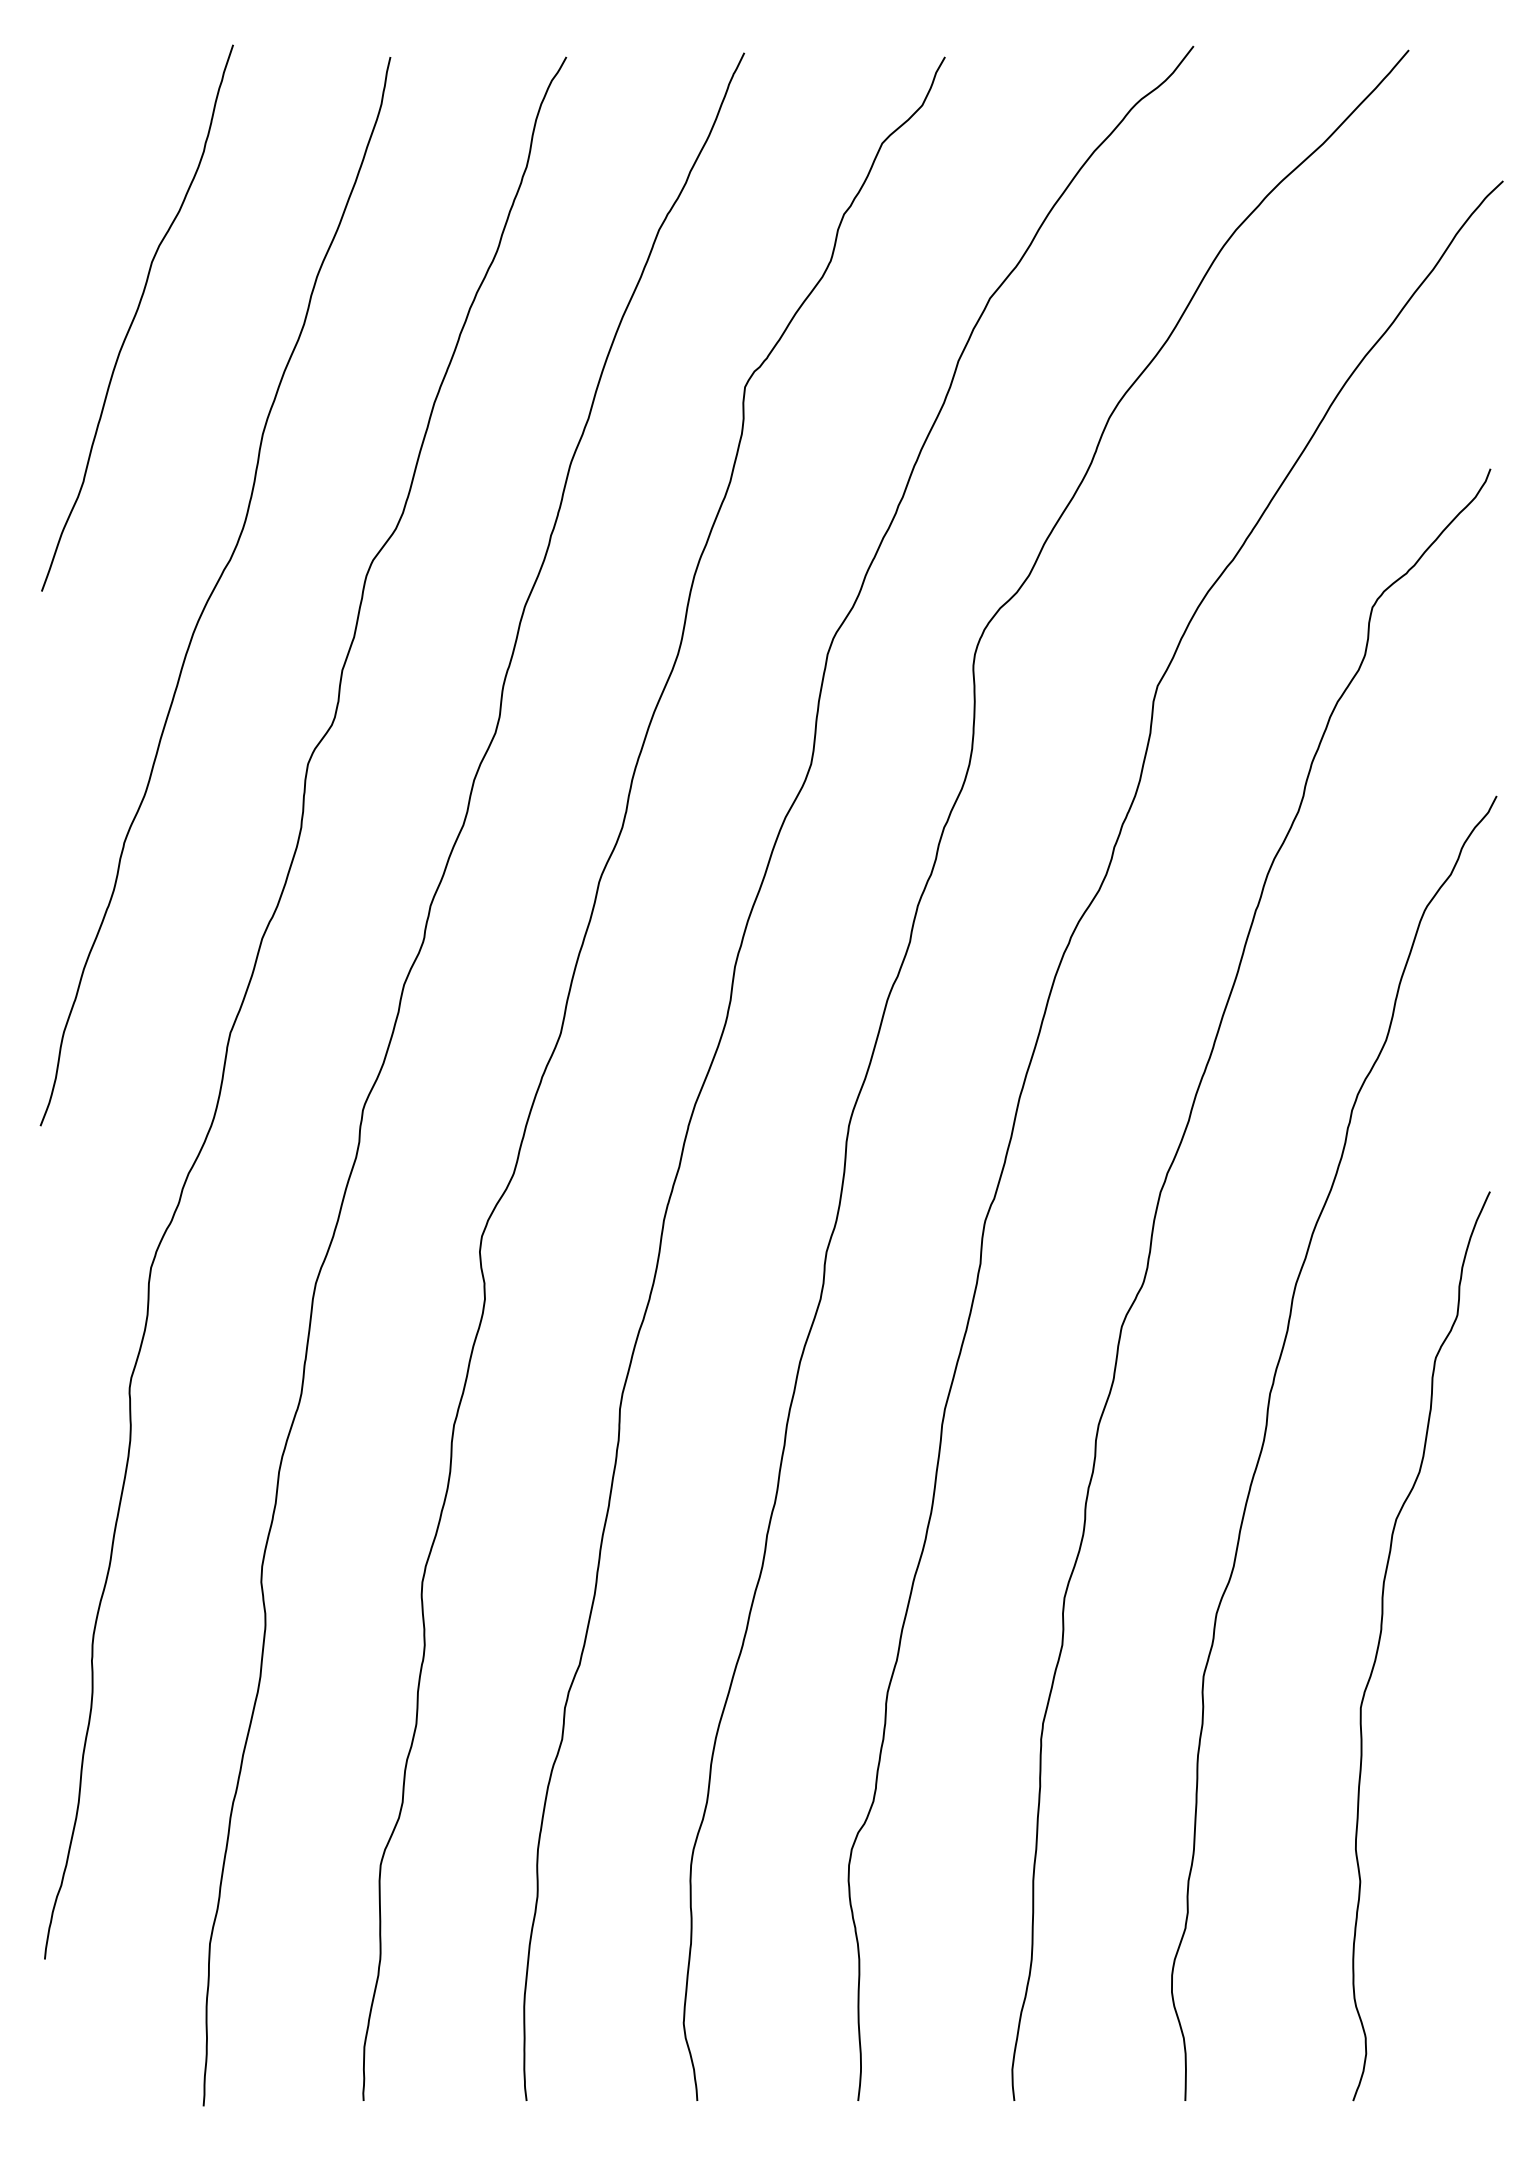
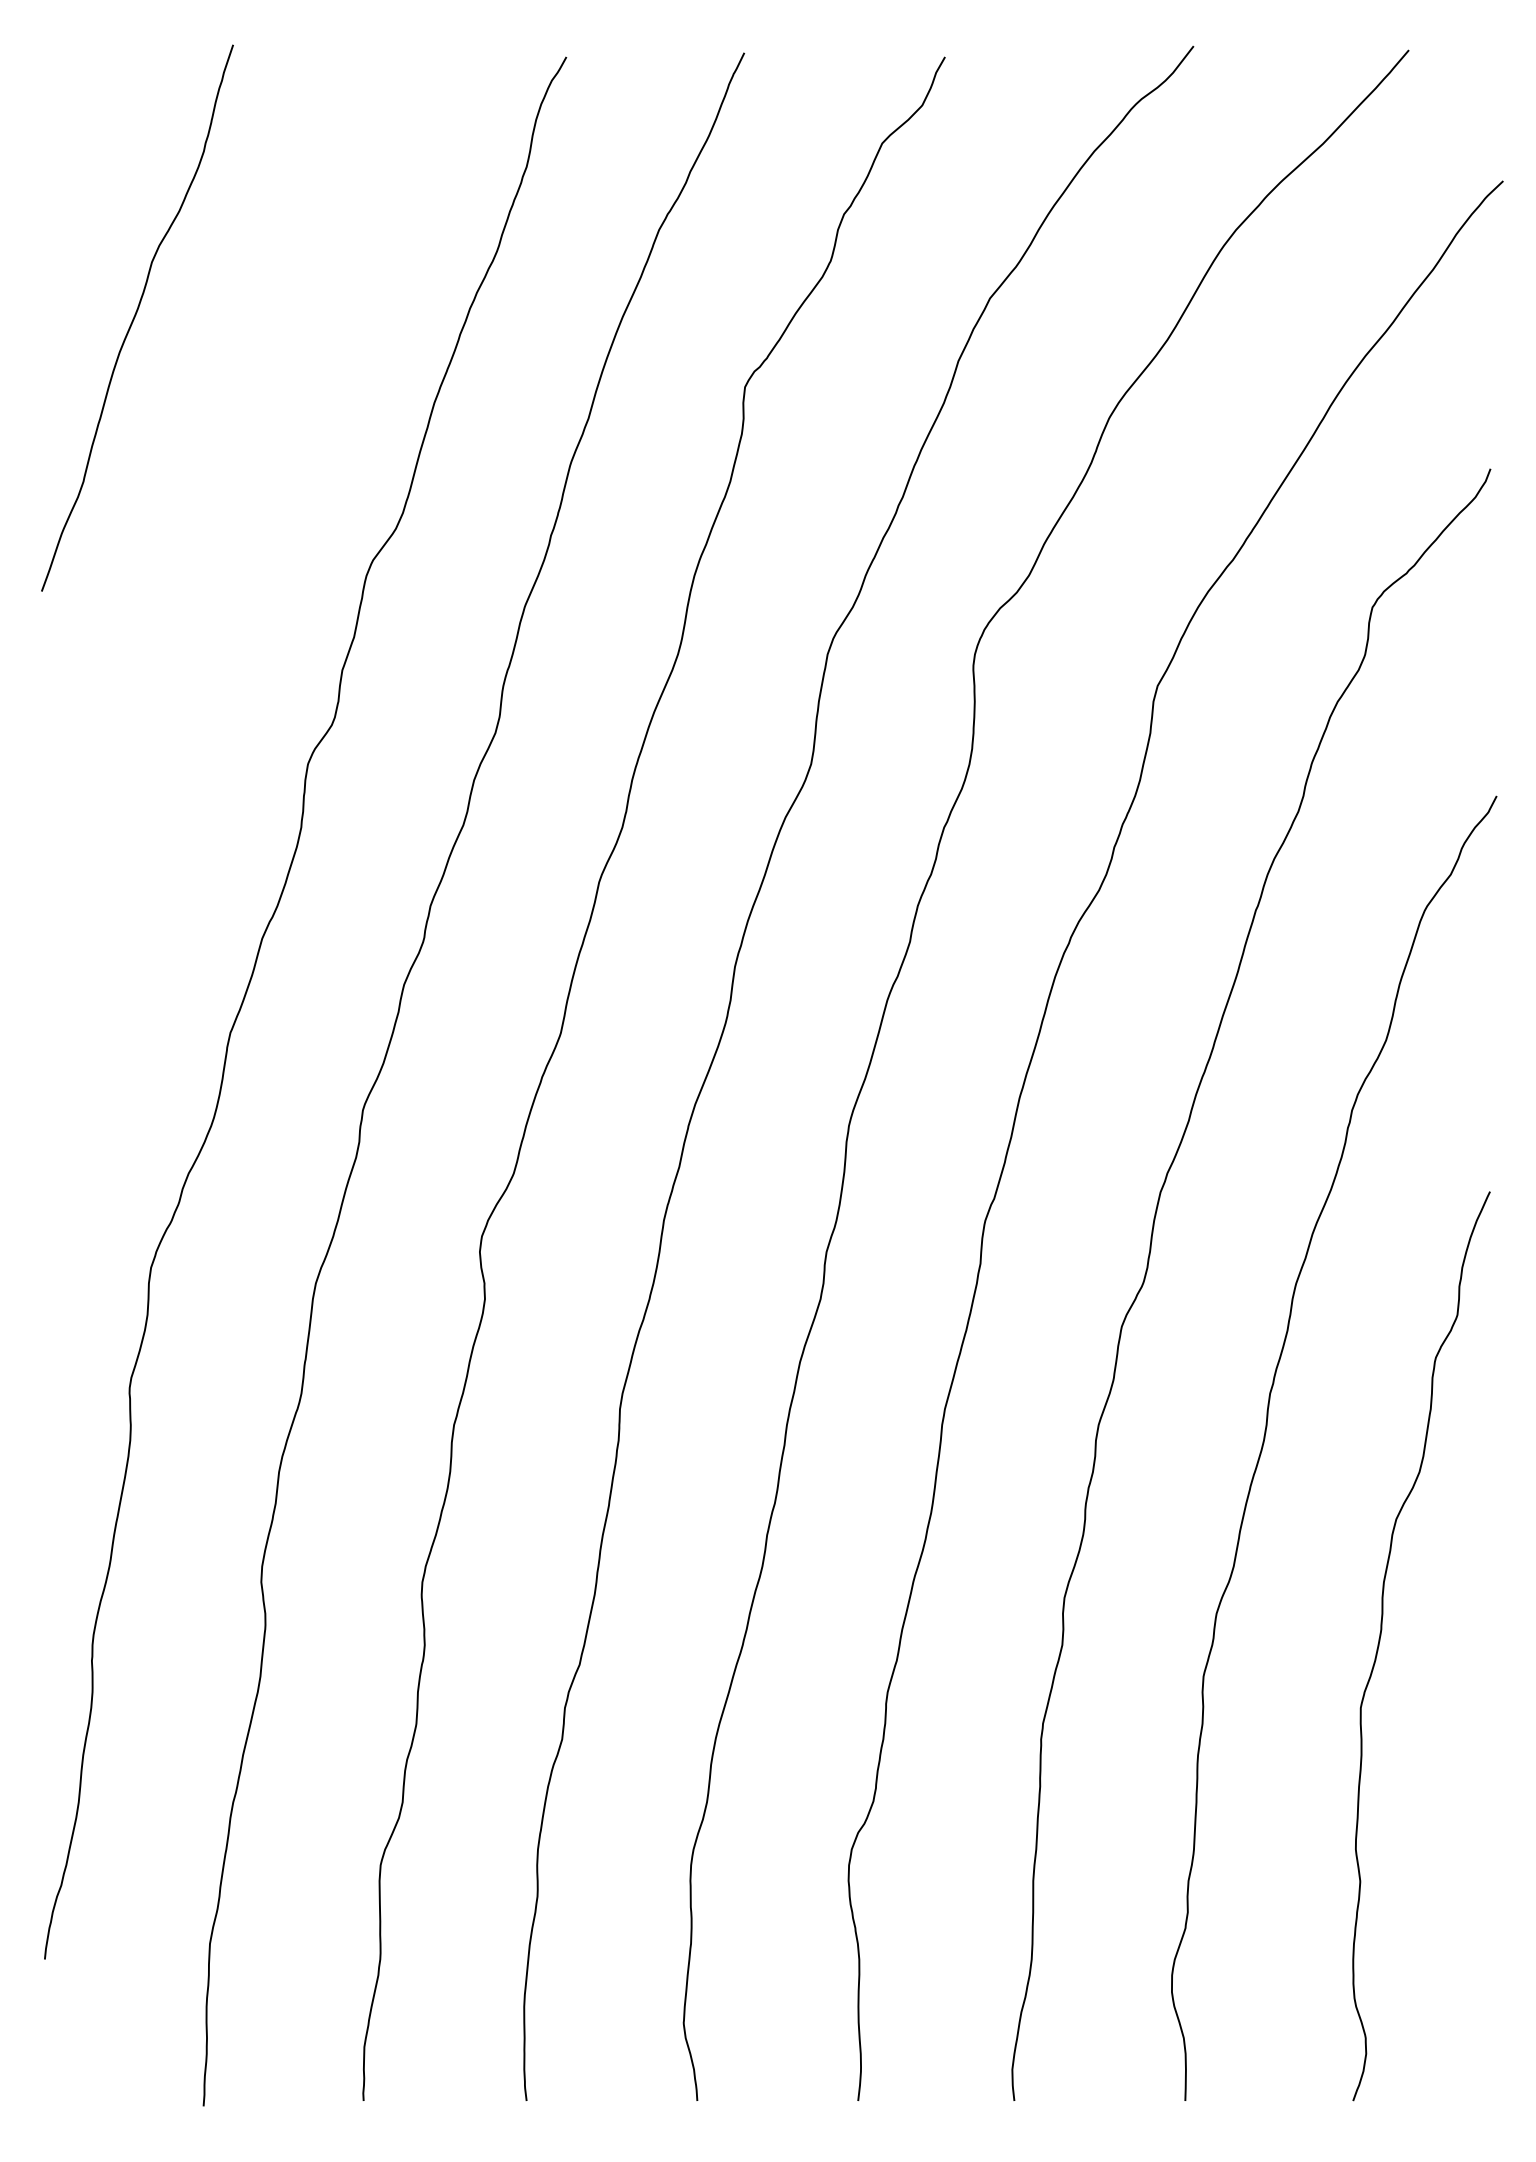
curve at (214, 590): present -> none
